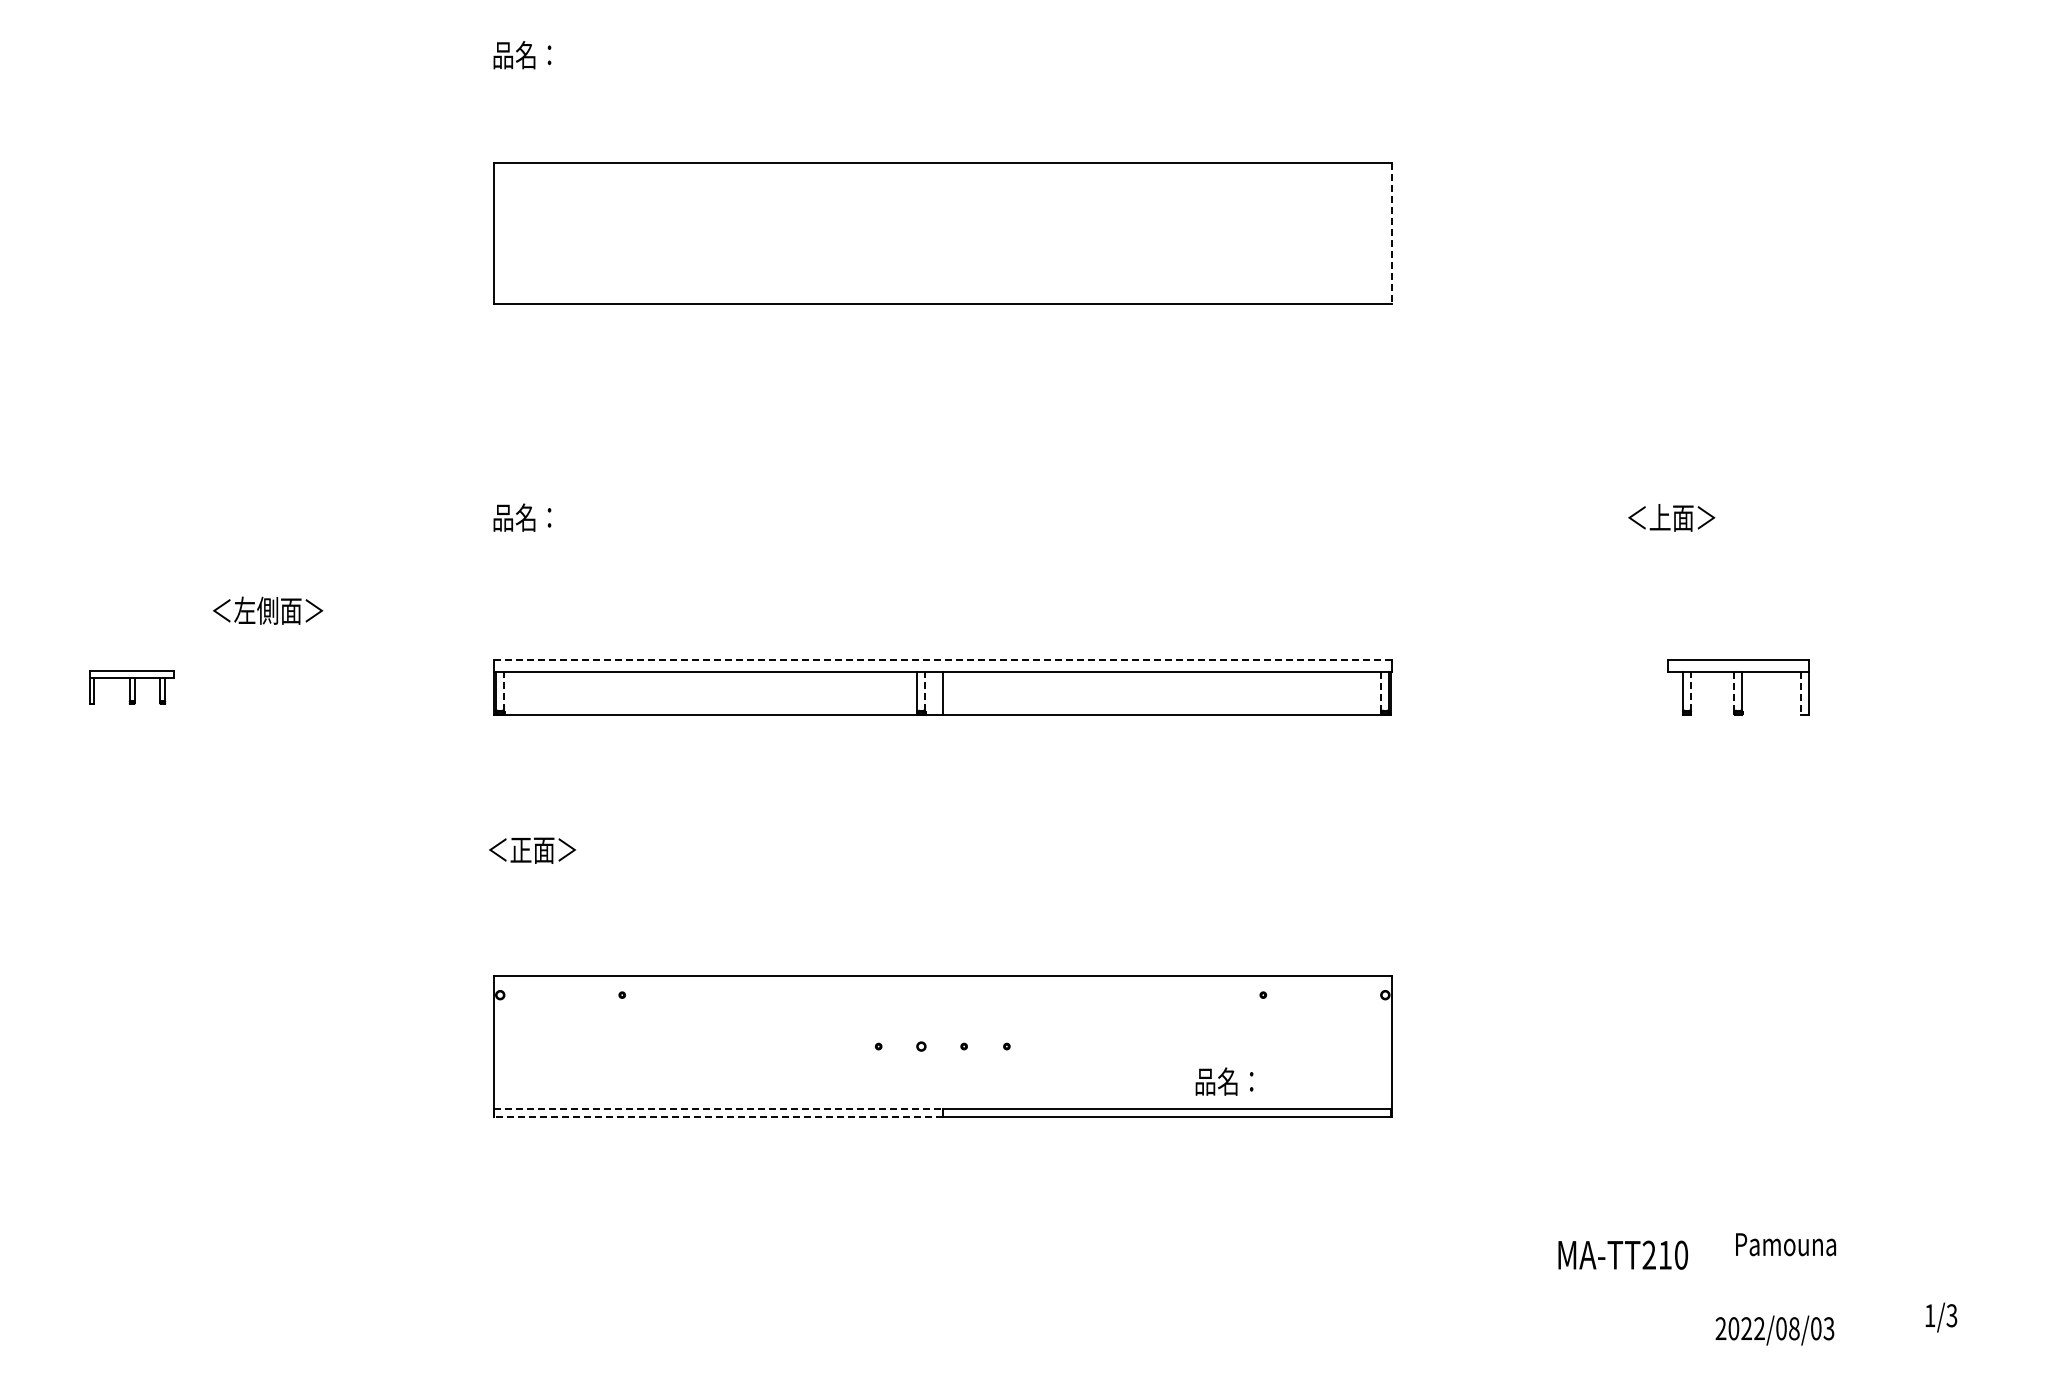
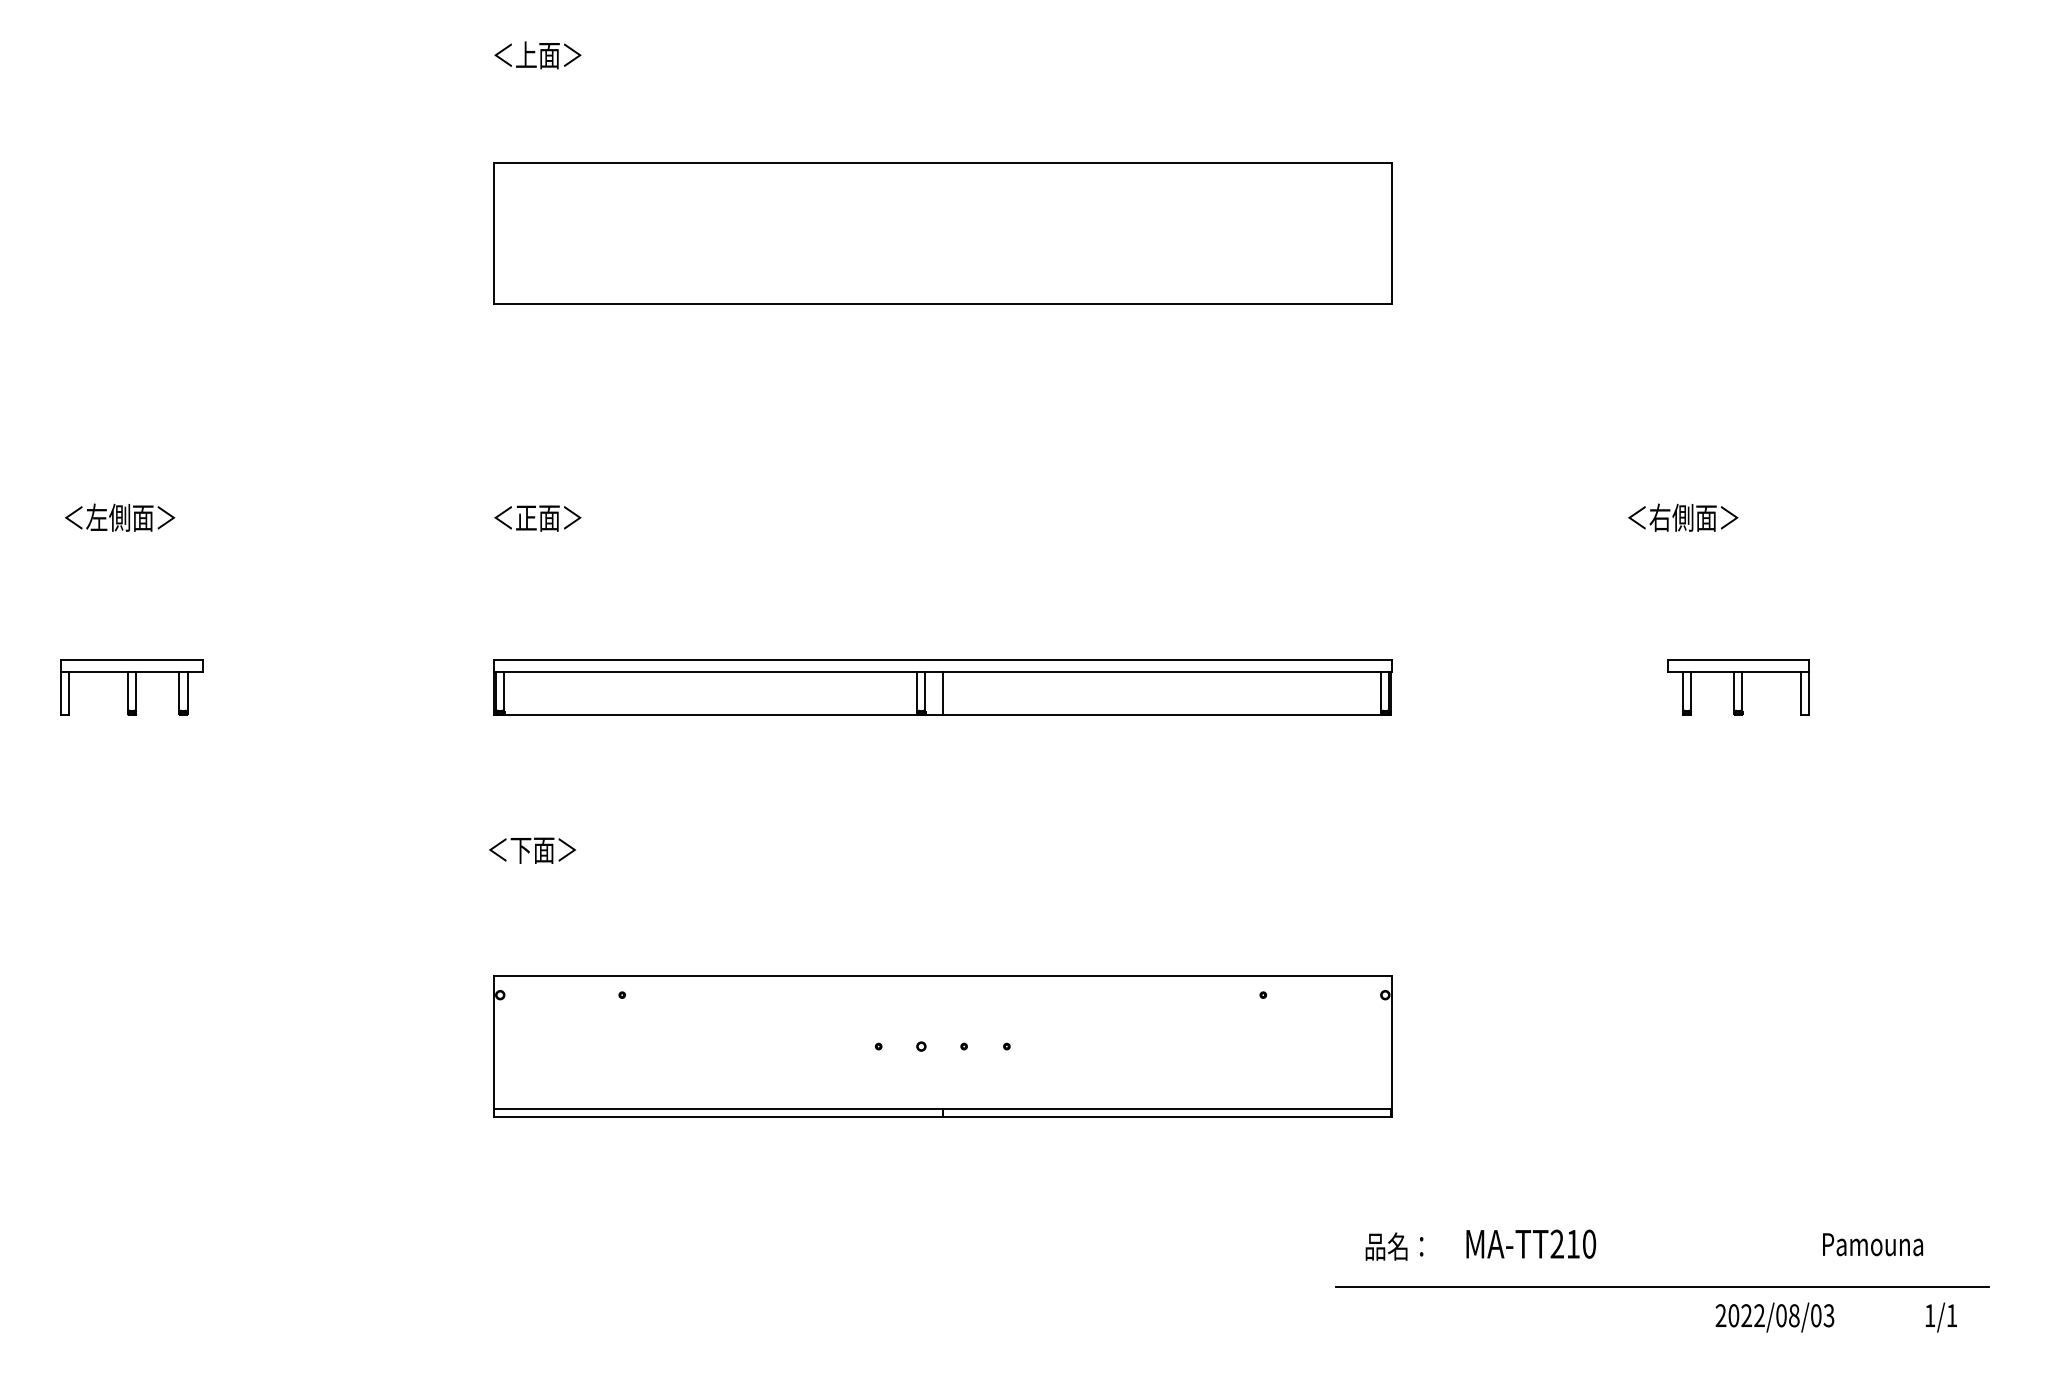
text at (537, 55): 品名： -> ＜上面＞
line at (1391, 233): dashed -> solid
text at (537, 517): 品名： -> ＜正面＞
text at (1693, 517): ＜上面＞ -> ＜右側面＞
text at (268, 610) position: (268, 610) -> (120, 517)
line at (942, 660): dashed -> solid
part at (131, 687) size: 86x35 px -> 144x57 px
line at (504, 690): dashed -> solid
line at (925, 690): dashed -> solid
line at (1691, 690): dashed -> solid
line at (1381, 691): dashed -> solid
line at (1734, 691): dashed -> solid
line at (1801, 693): dashed -> solid
text at (520, 850): ＜正面＞ -> ＜下面＞
text at (1224, 1081) position: (1224, 1081) -> (1394, 1246)
line at (719, 1109): dashed -> solid
line at (718, 1117): dashed -> solid
text at (1785, 1244) position: (1785, 1244) -> (1872, 1244)
text at (1622, 1254) position: (1622, 1254) -> (1530, 1243)
line at (1661, 1287): none -> present
text at (1951, 1315): 1/3 -> 1/1
text at (1774, 1330) position: (1774, 1330) -> (1774, 1317)
